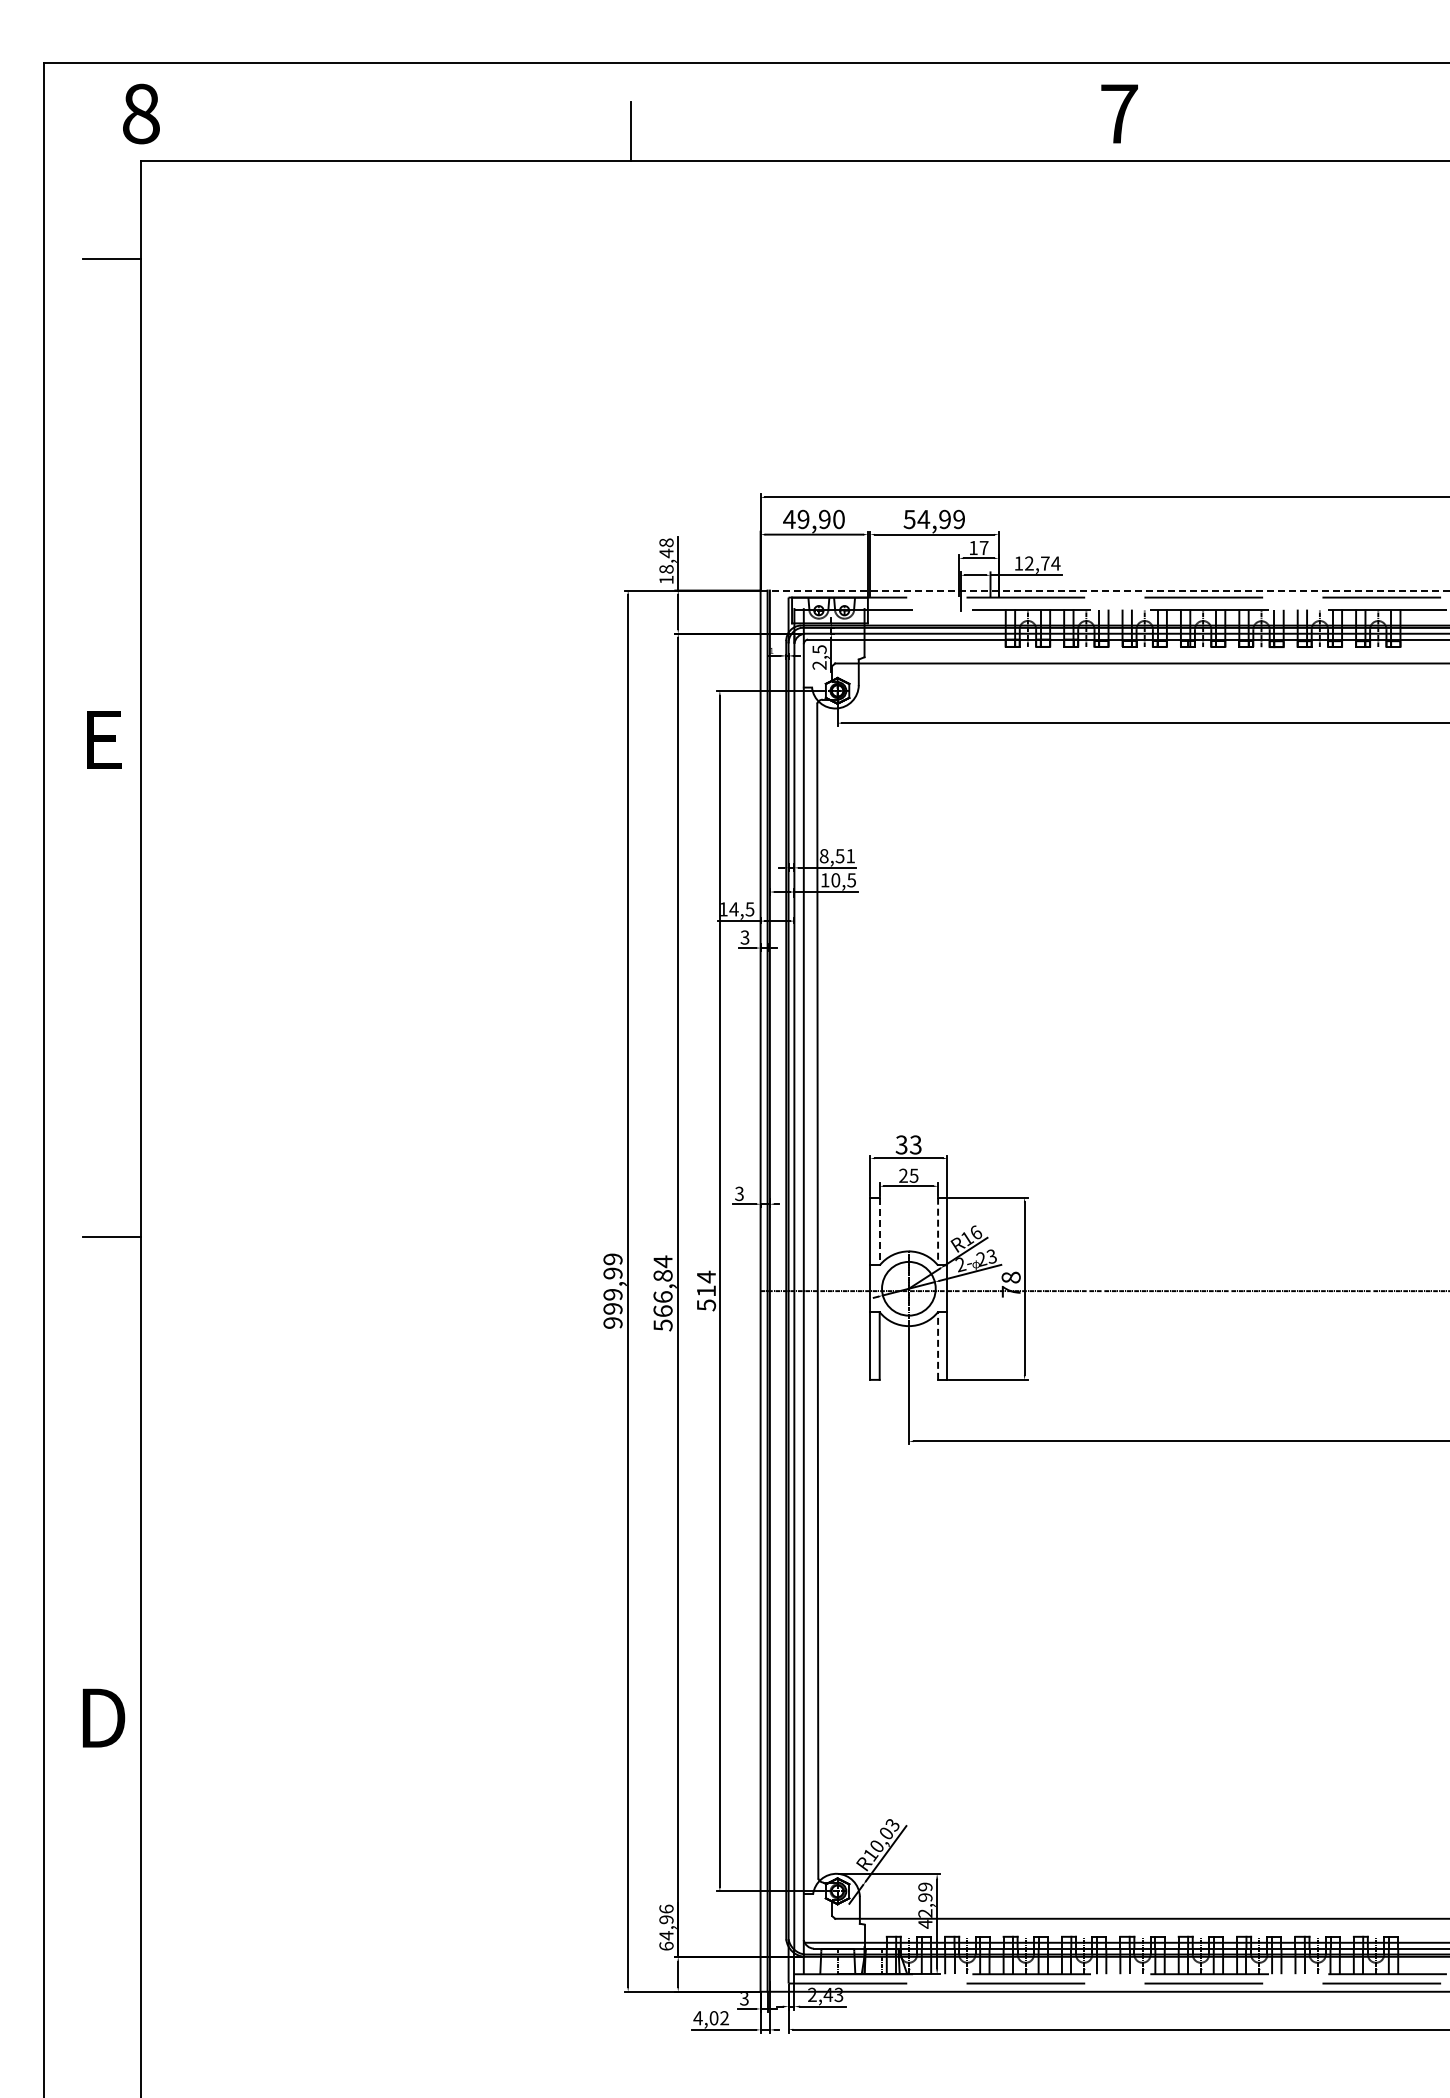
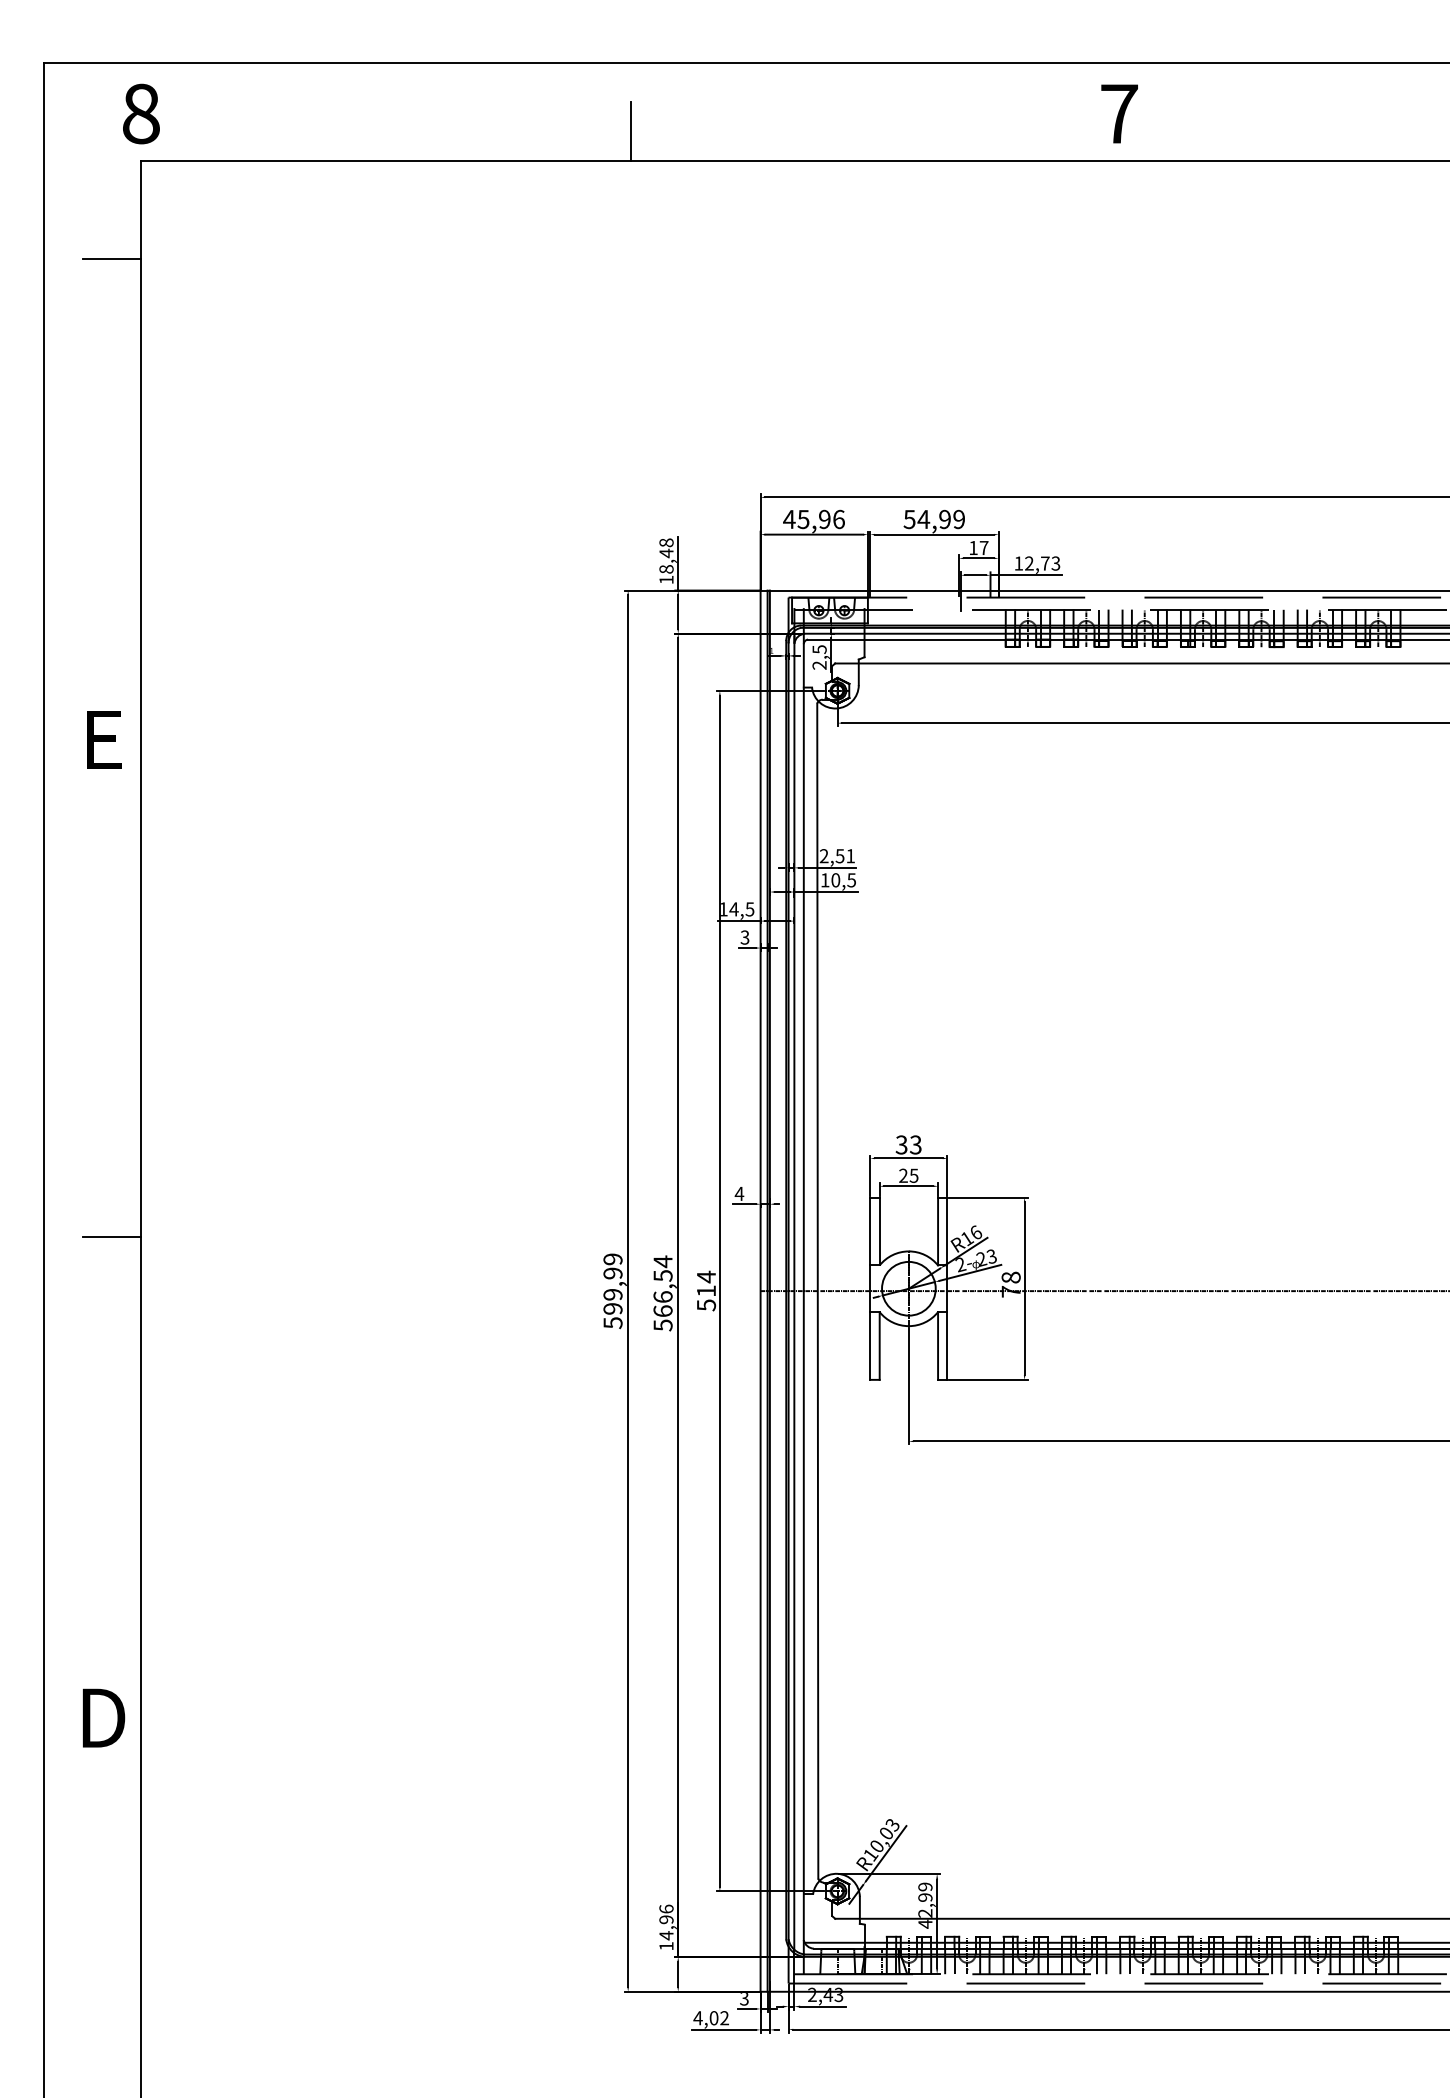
text at (820, 518): 49,90 -> 45,96
text at (1055, 563): 12,74 -> 12,73
line at (1105, 590): dashed -> solid
text at (823, 856): 8,51 -> 2,51
text at (739, 1193): 3 -> 4
line at (879, 1231): dashed -> solid
line at (938, 1231): dashed -> solid
text at (662, 1275): 566,84 -> 566,54
text at (612, 1323): 999,99 -> 599,99
line at (938, 1345): dashed -> solid
text at (666, 1945): 64,96 -> 14,96
